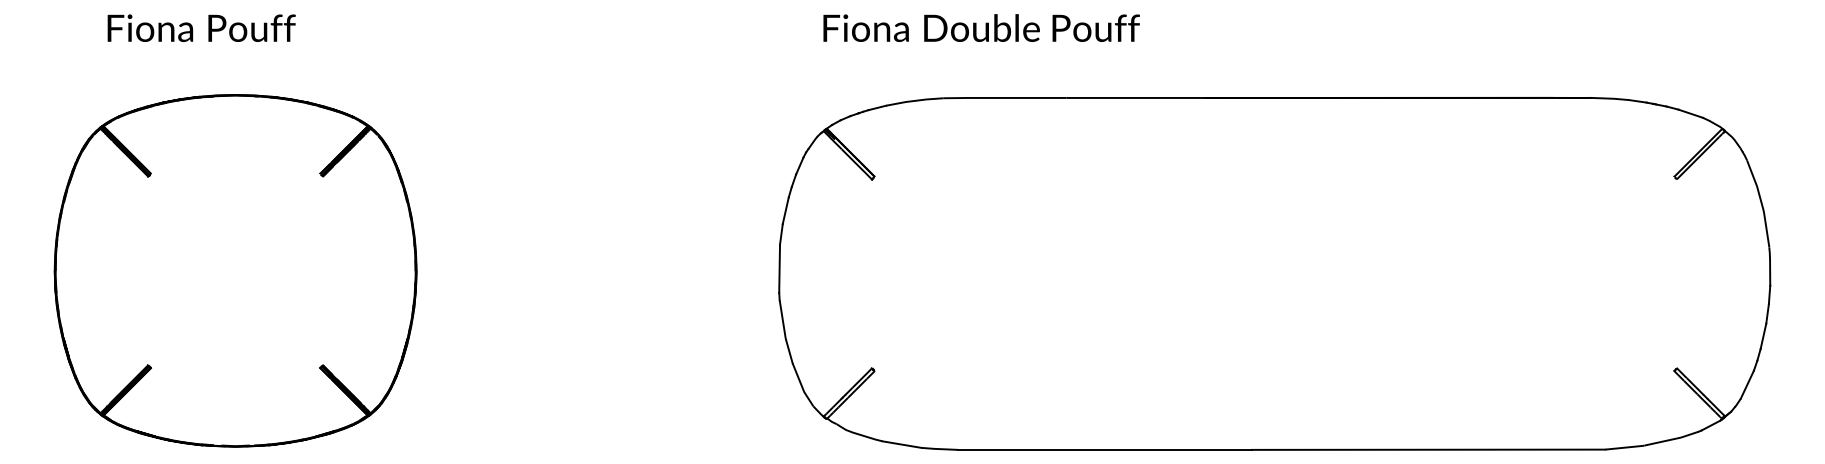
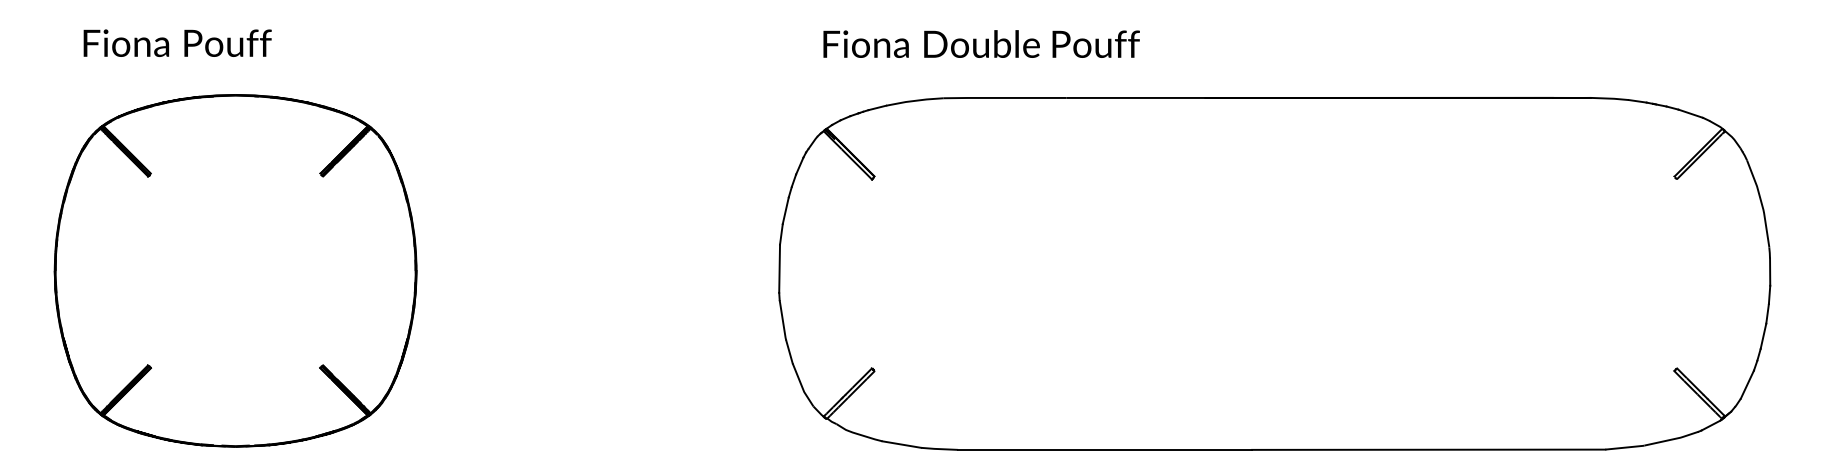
text at (201, 27) position: (201, 27) -> (177, 42)
text at (981, 27) position: (981, 27) -> (981, 43)
